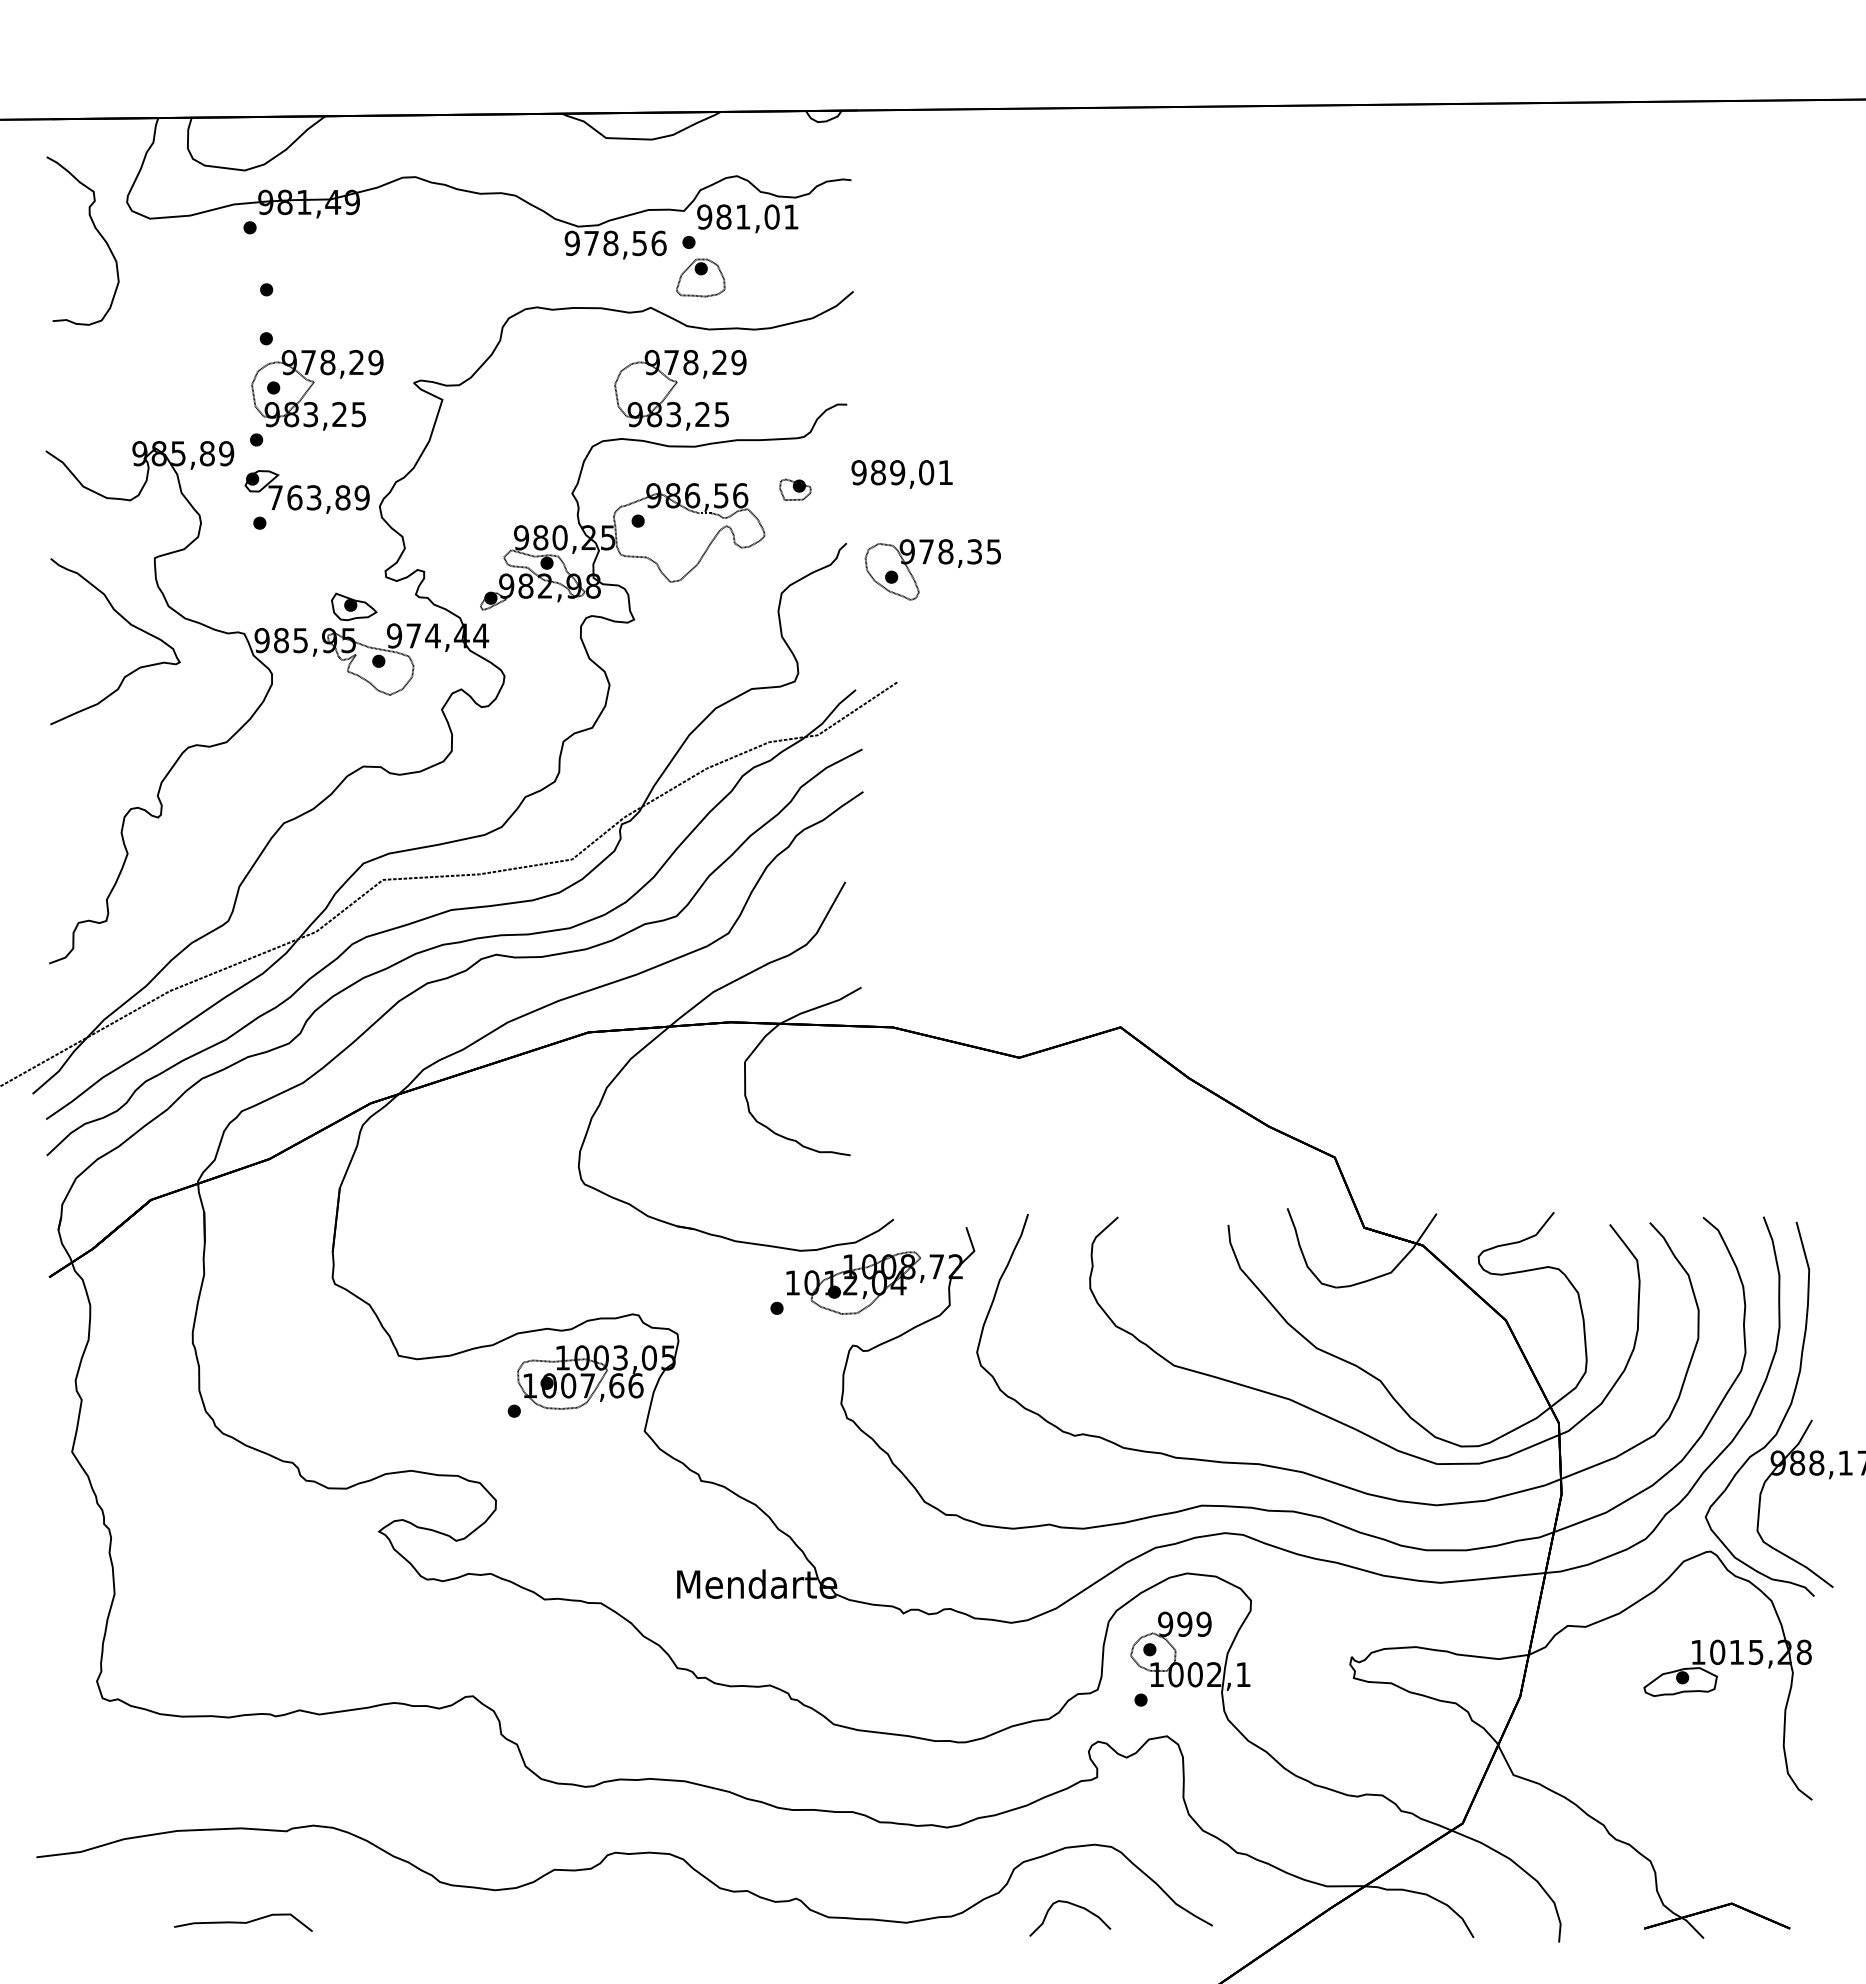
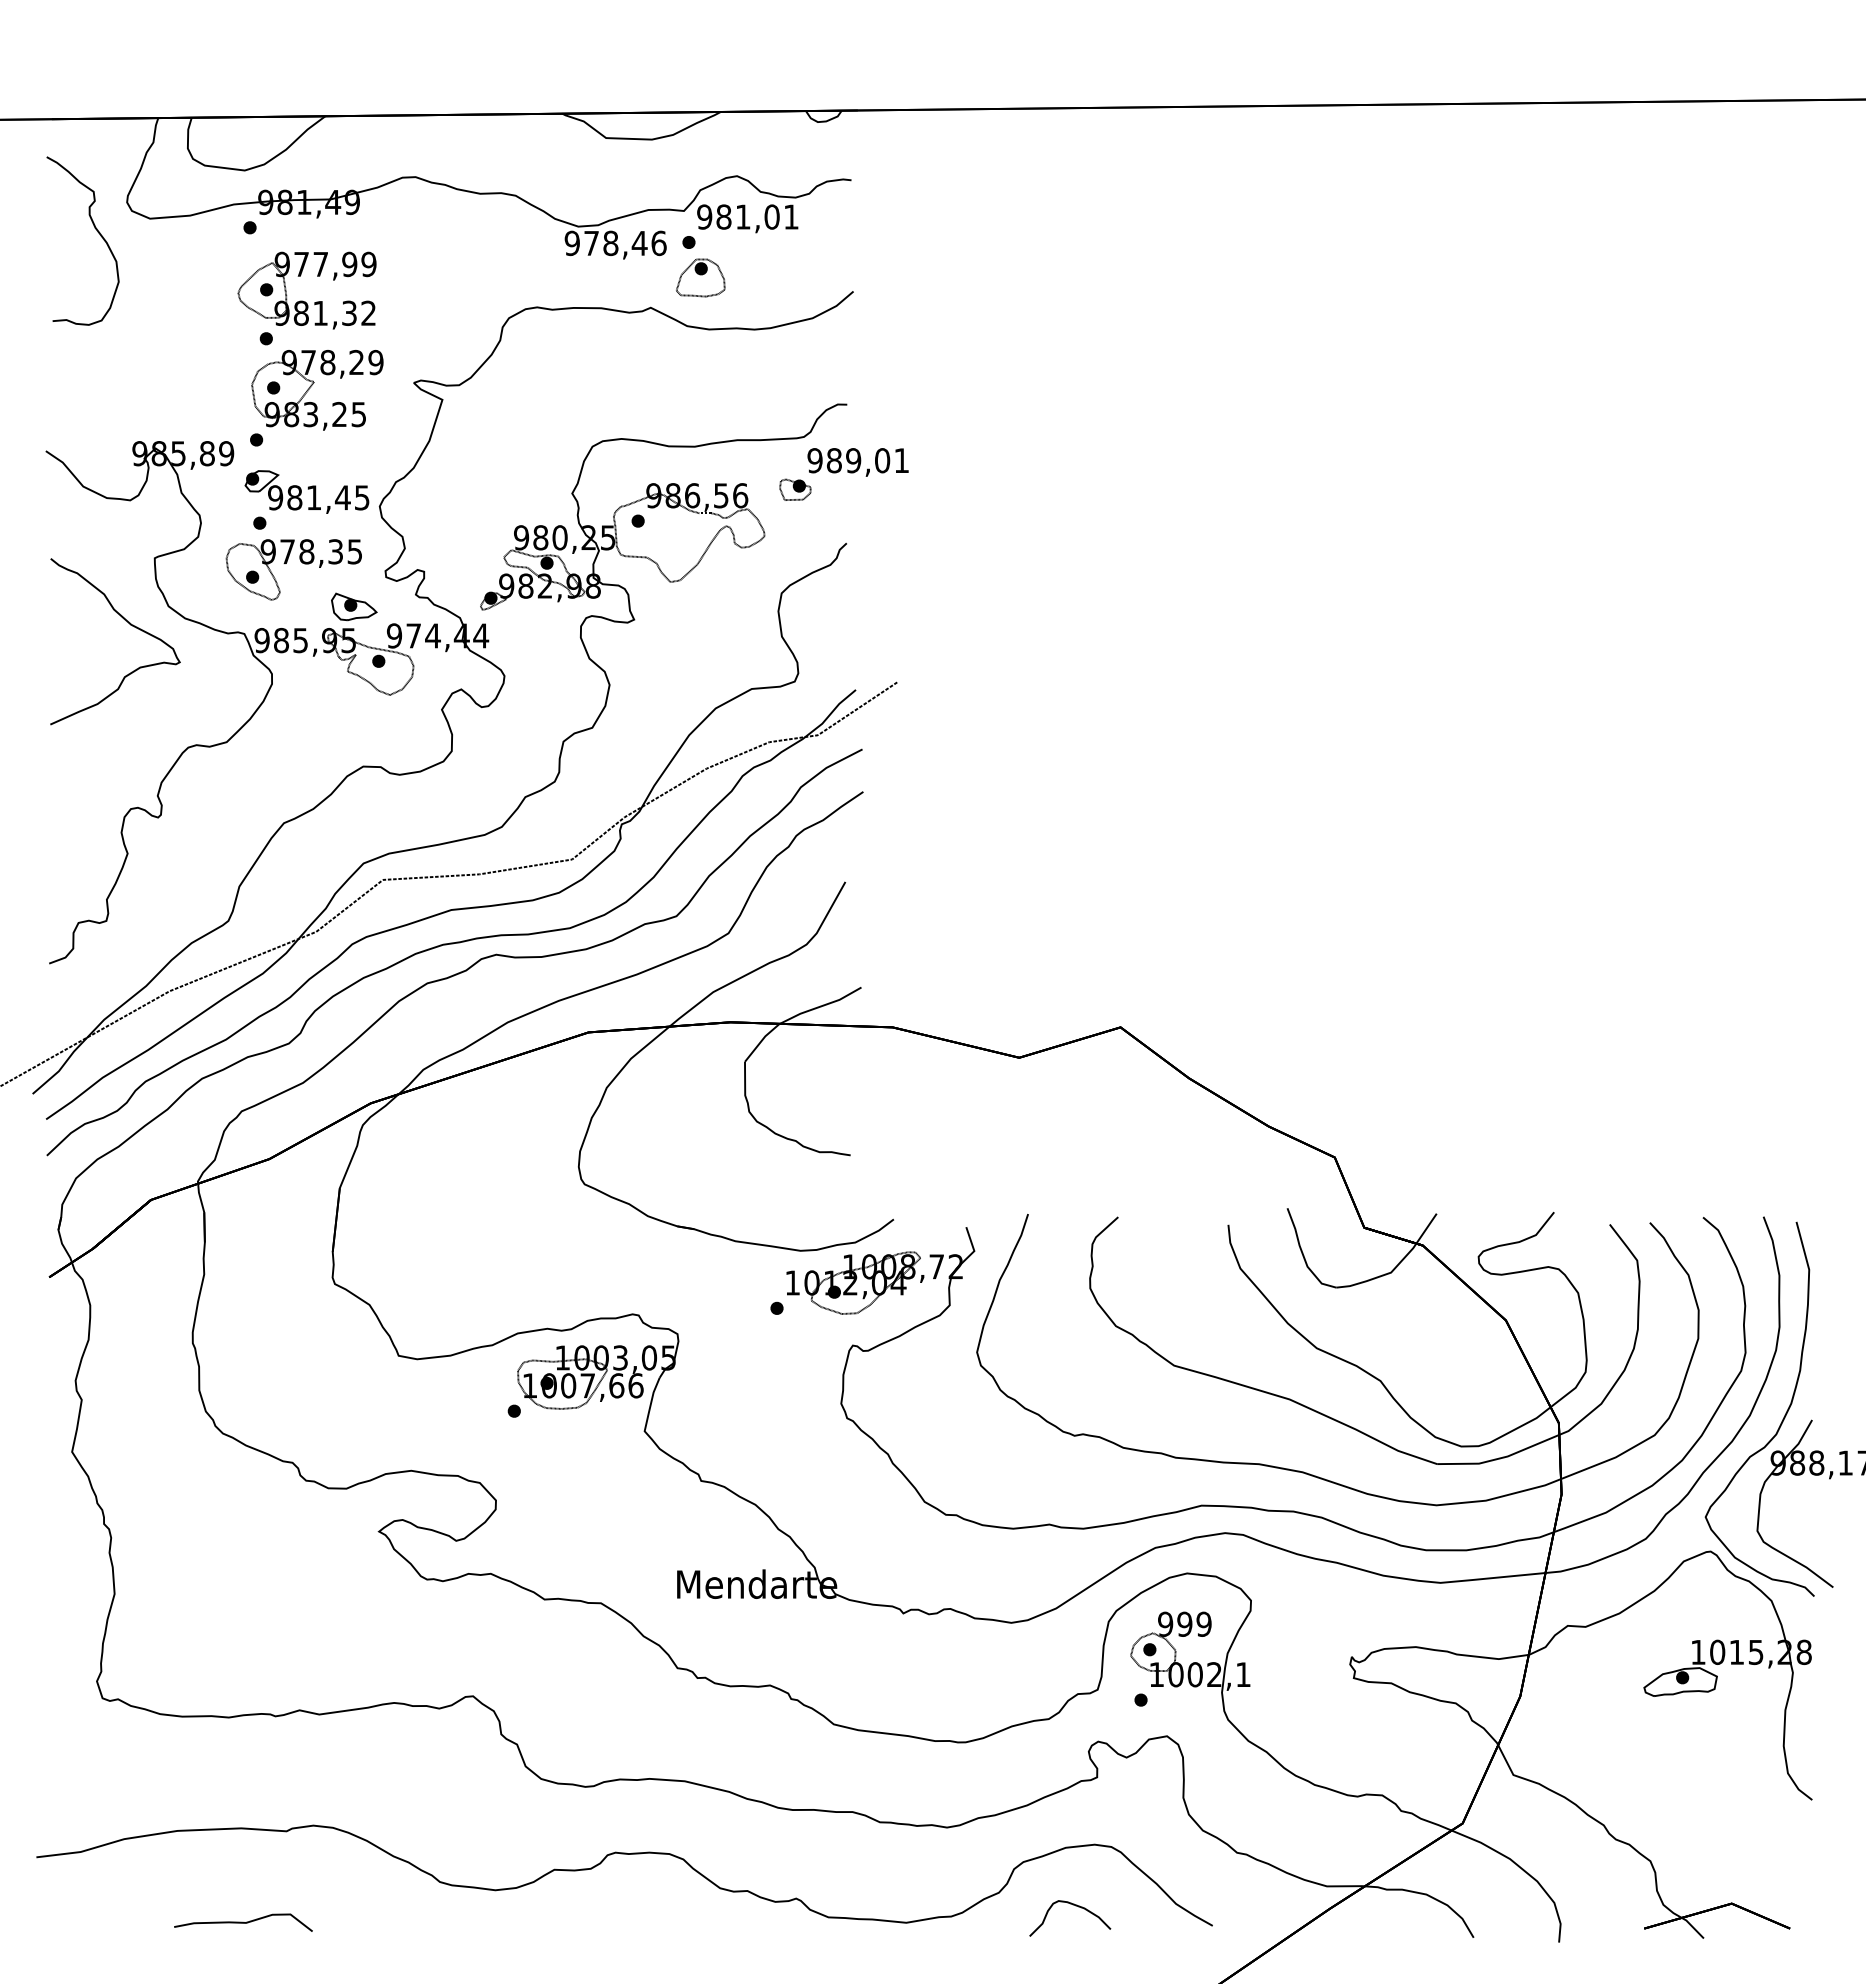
text at (639, 243): 978,56 -> 978,46
part at (302, 300): none -> present
part at (674, 387): present -> none
text at (901, 474) position: (901, 474) -> (857, 462)
text at (318, 497): 763,89 -> 981,45
part at (926, 562) position: (926, 562) -> (287, 562)
